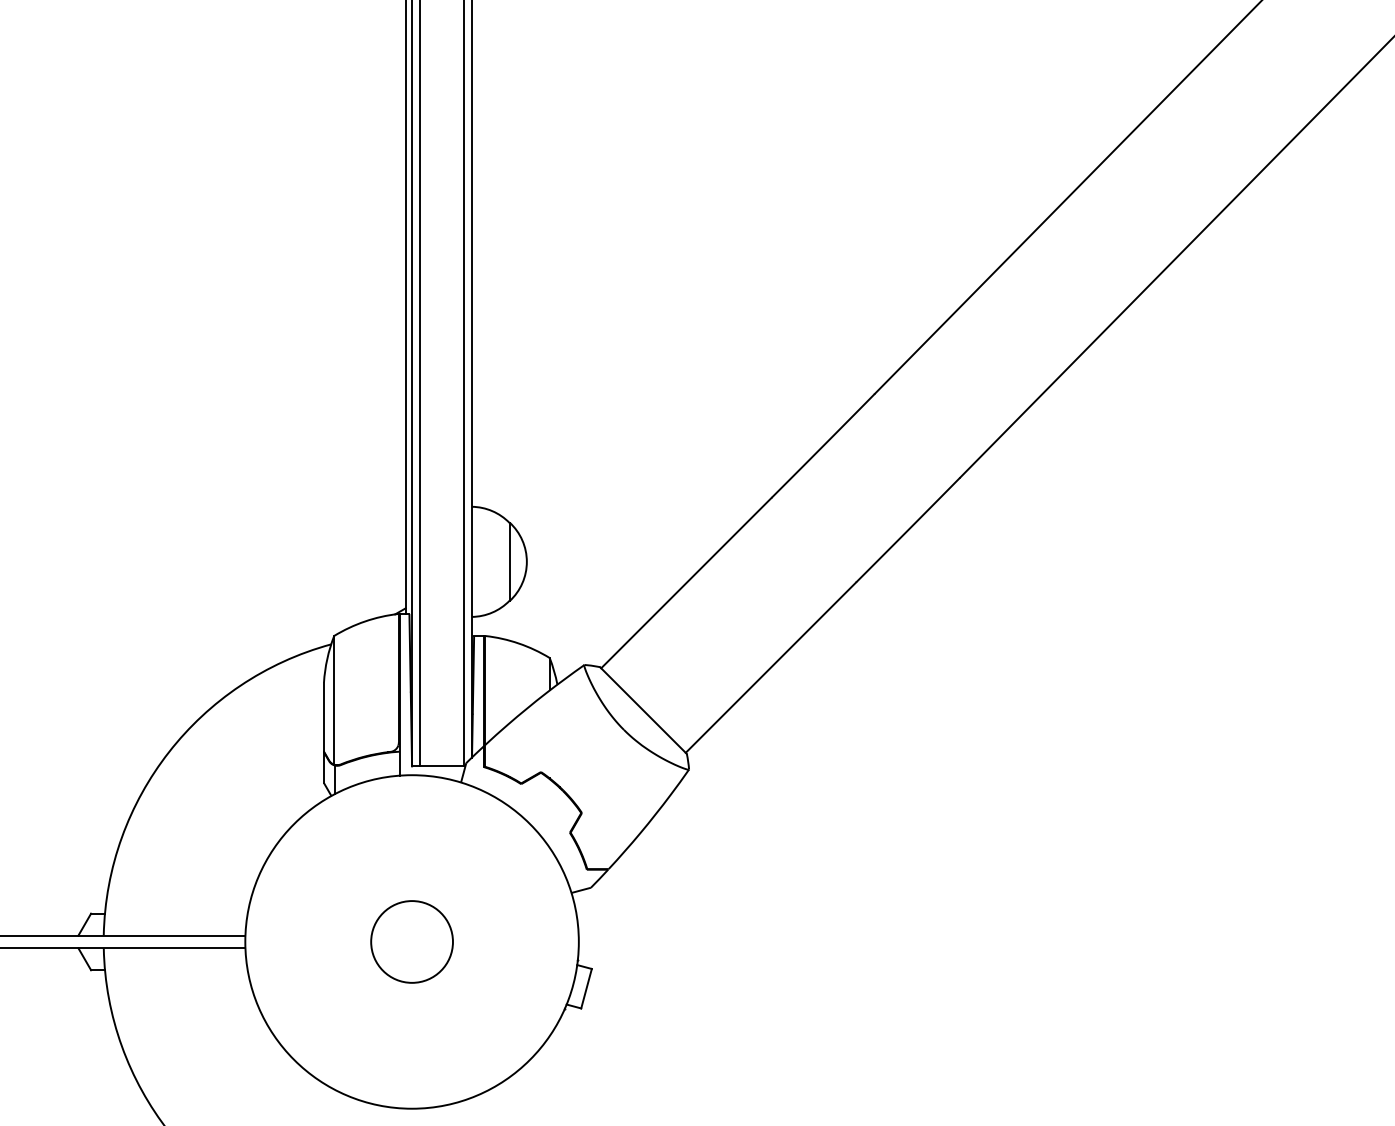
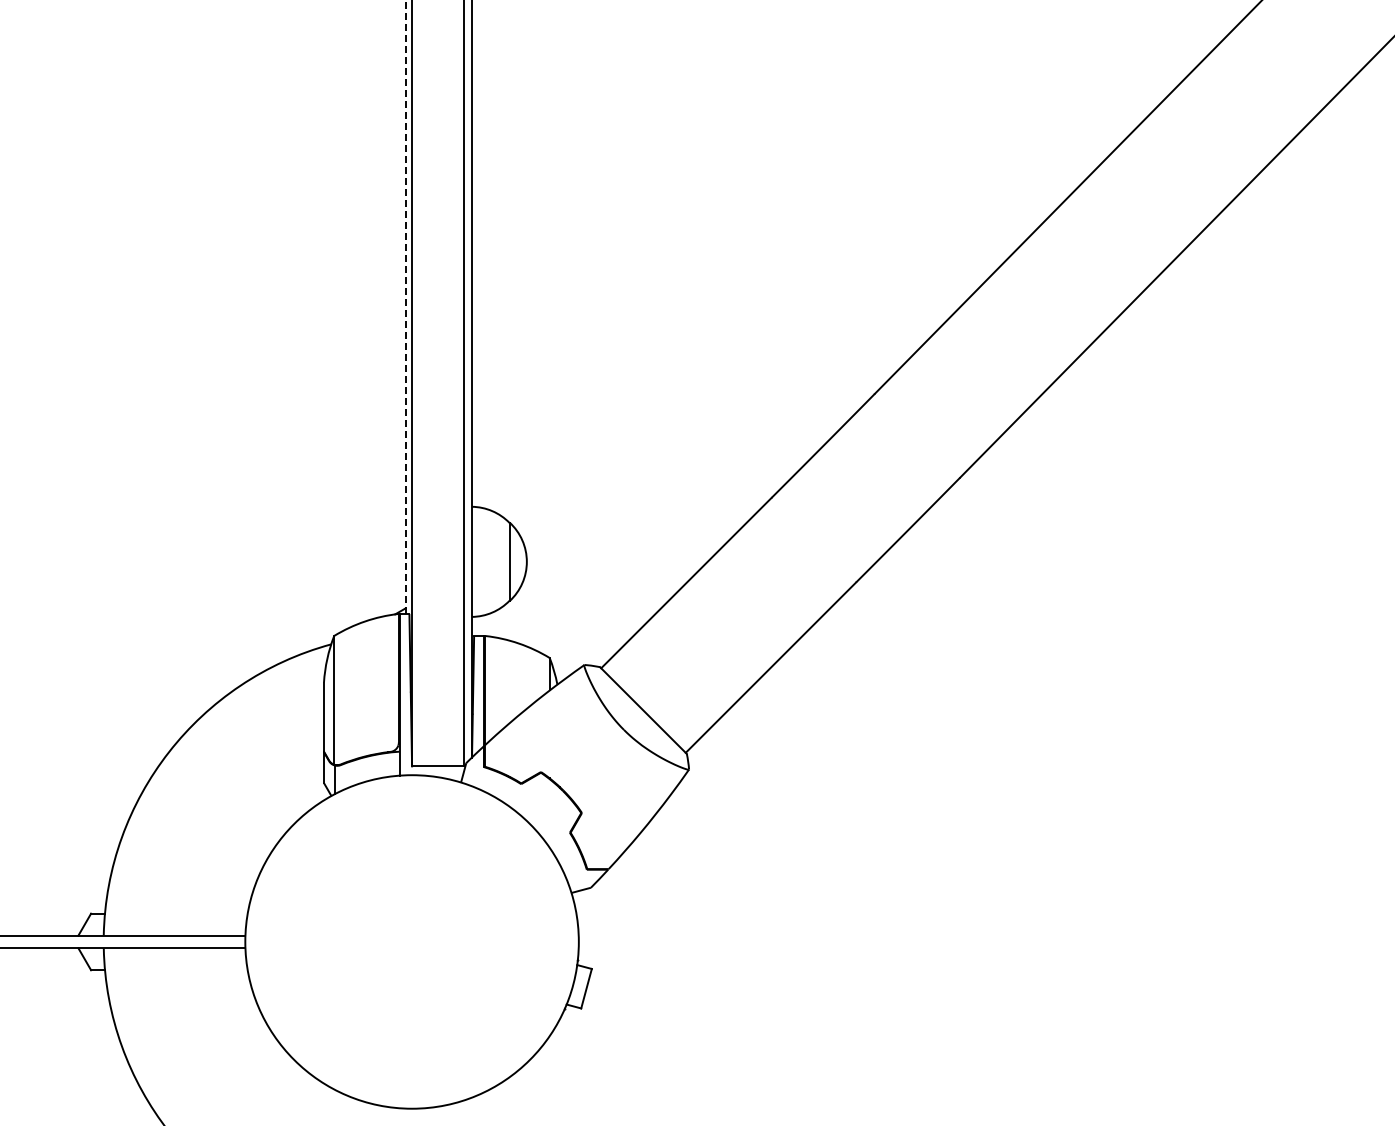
line at (405, 307): solid -> dashed
line at (419, 384): present -> none
circle at (411, 941): present -> none
